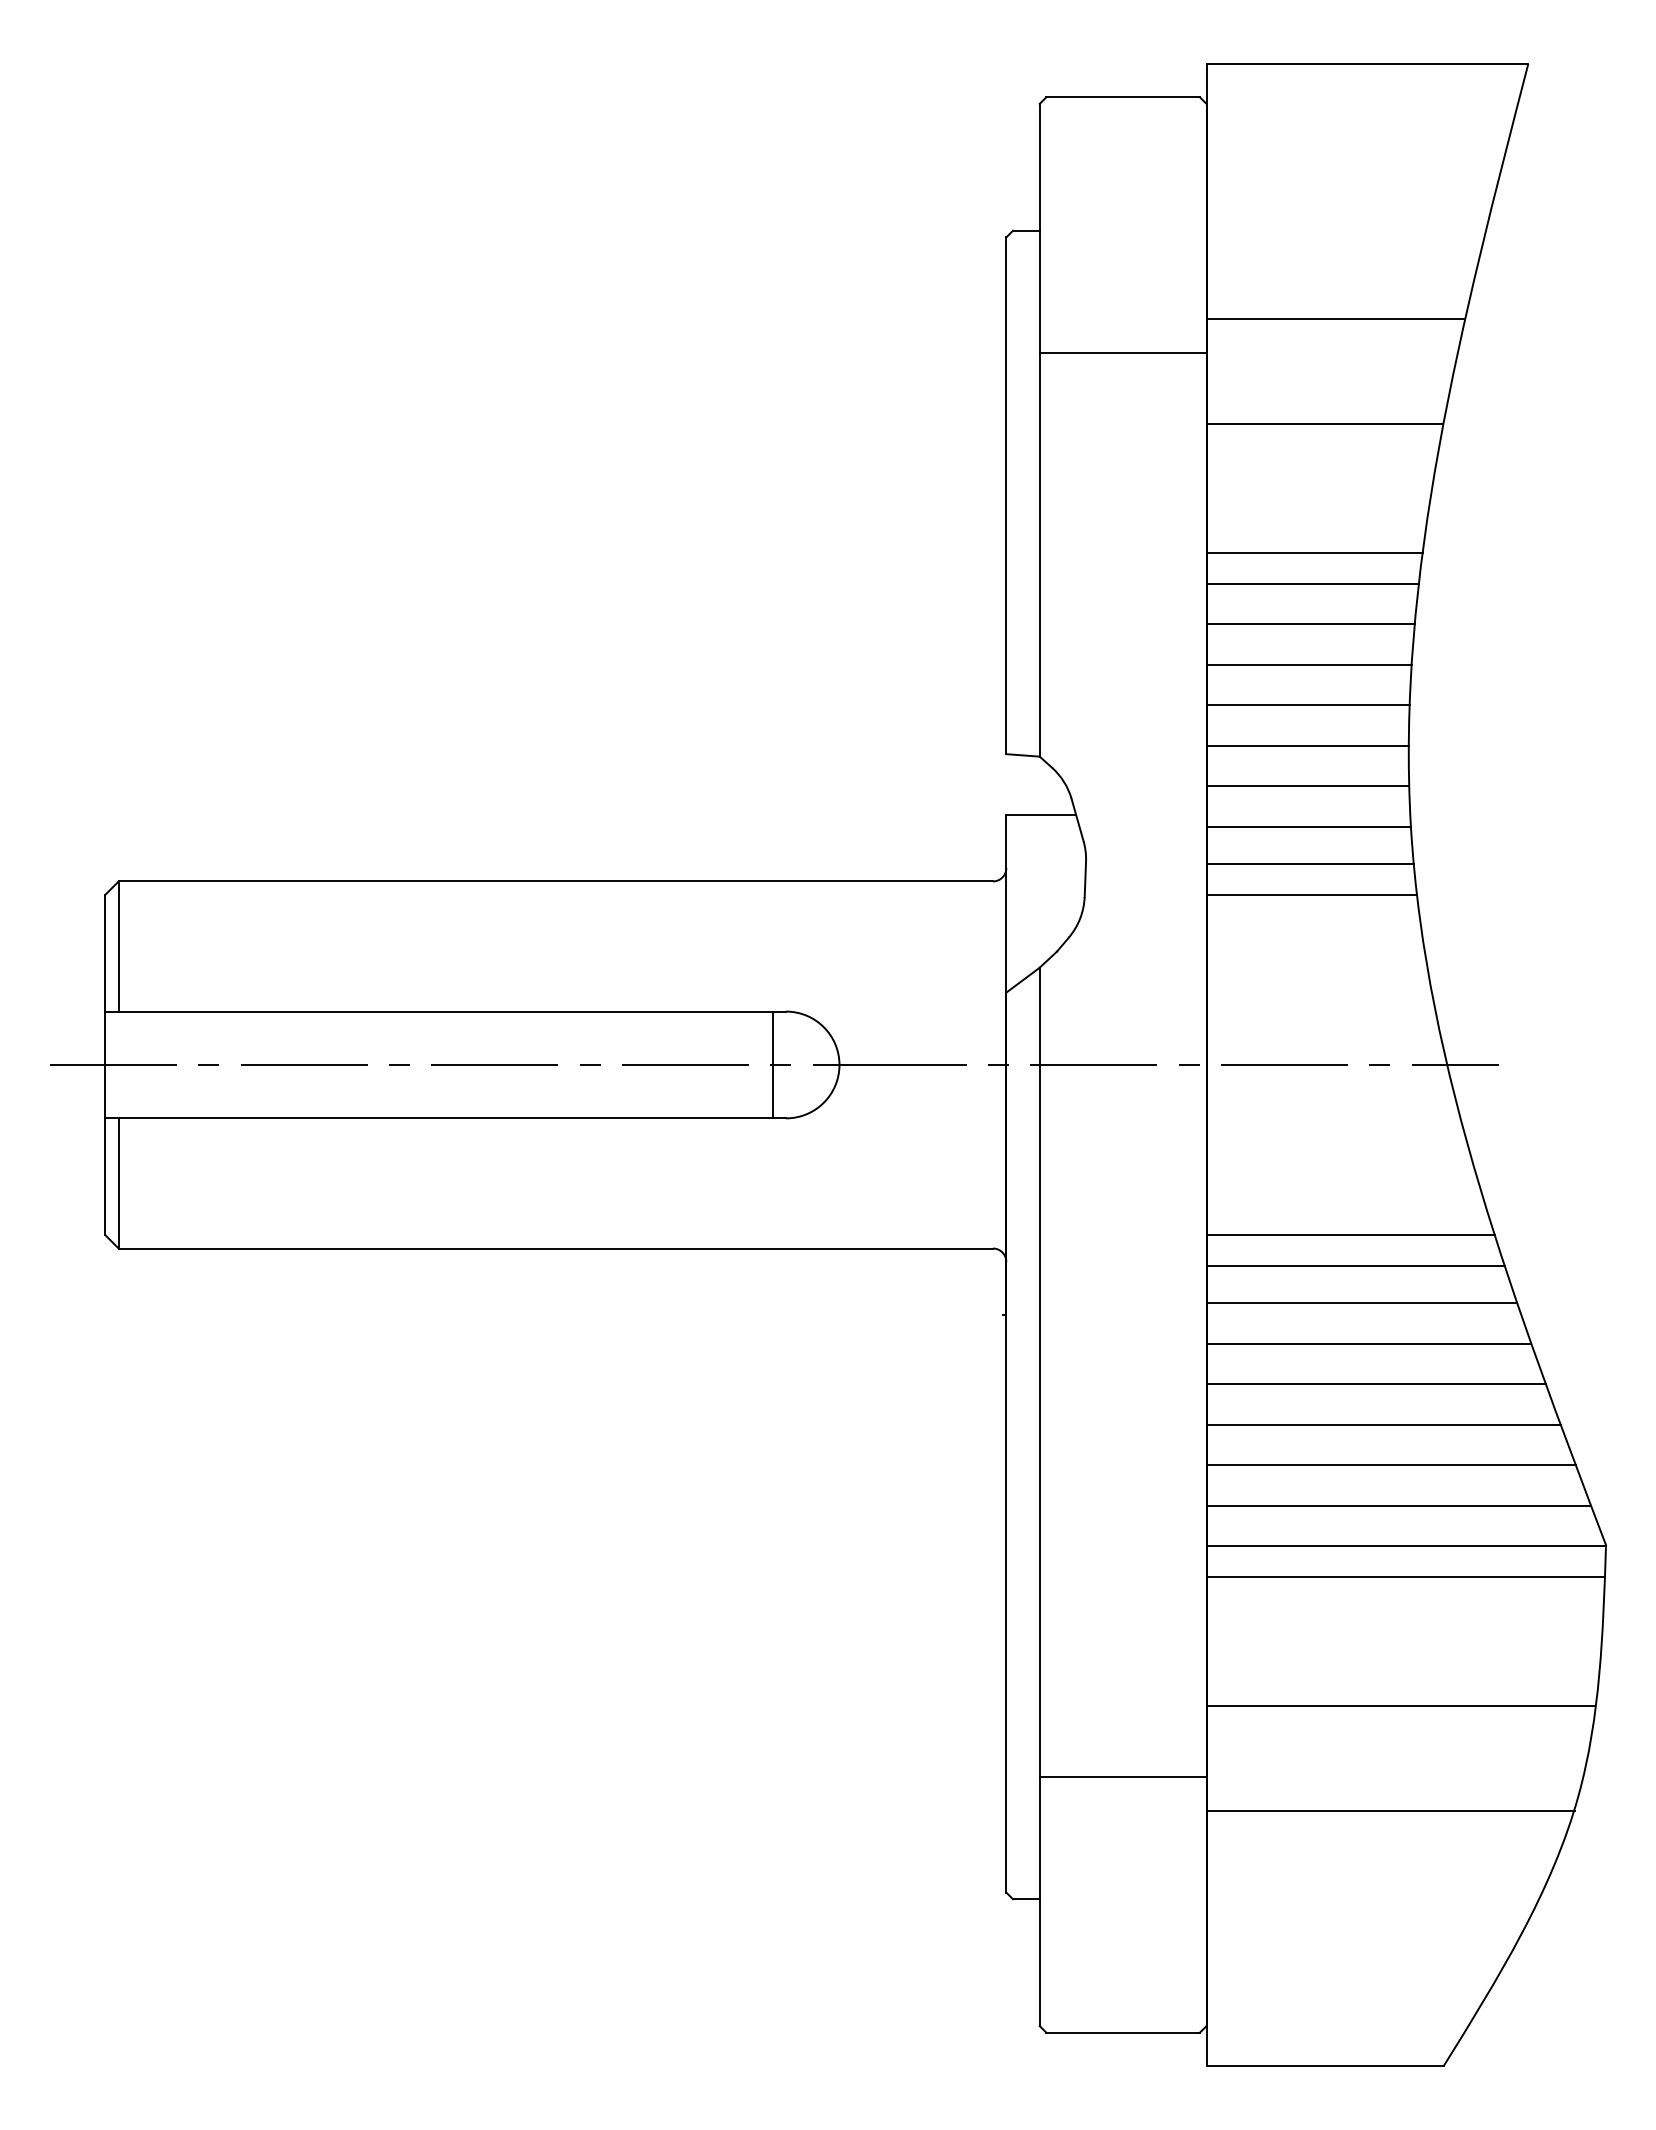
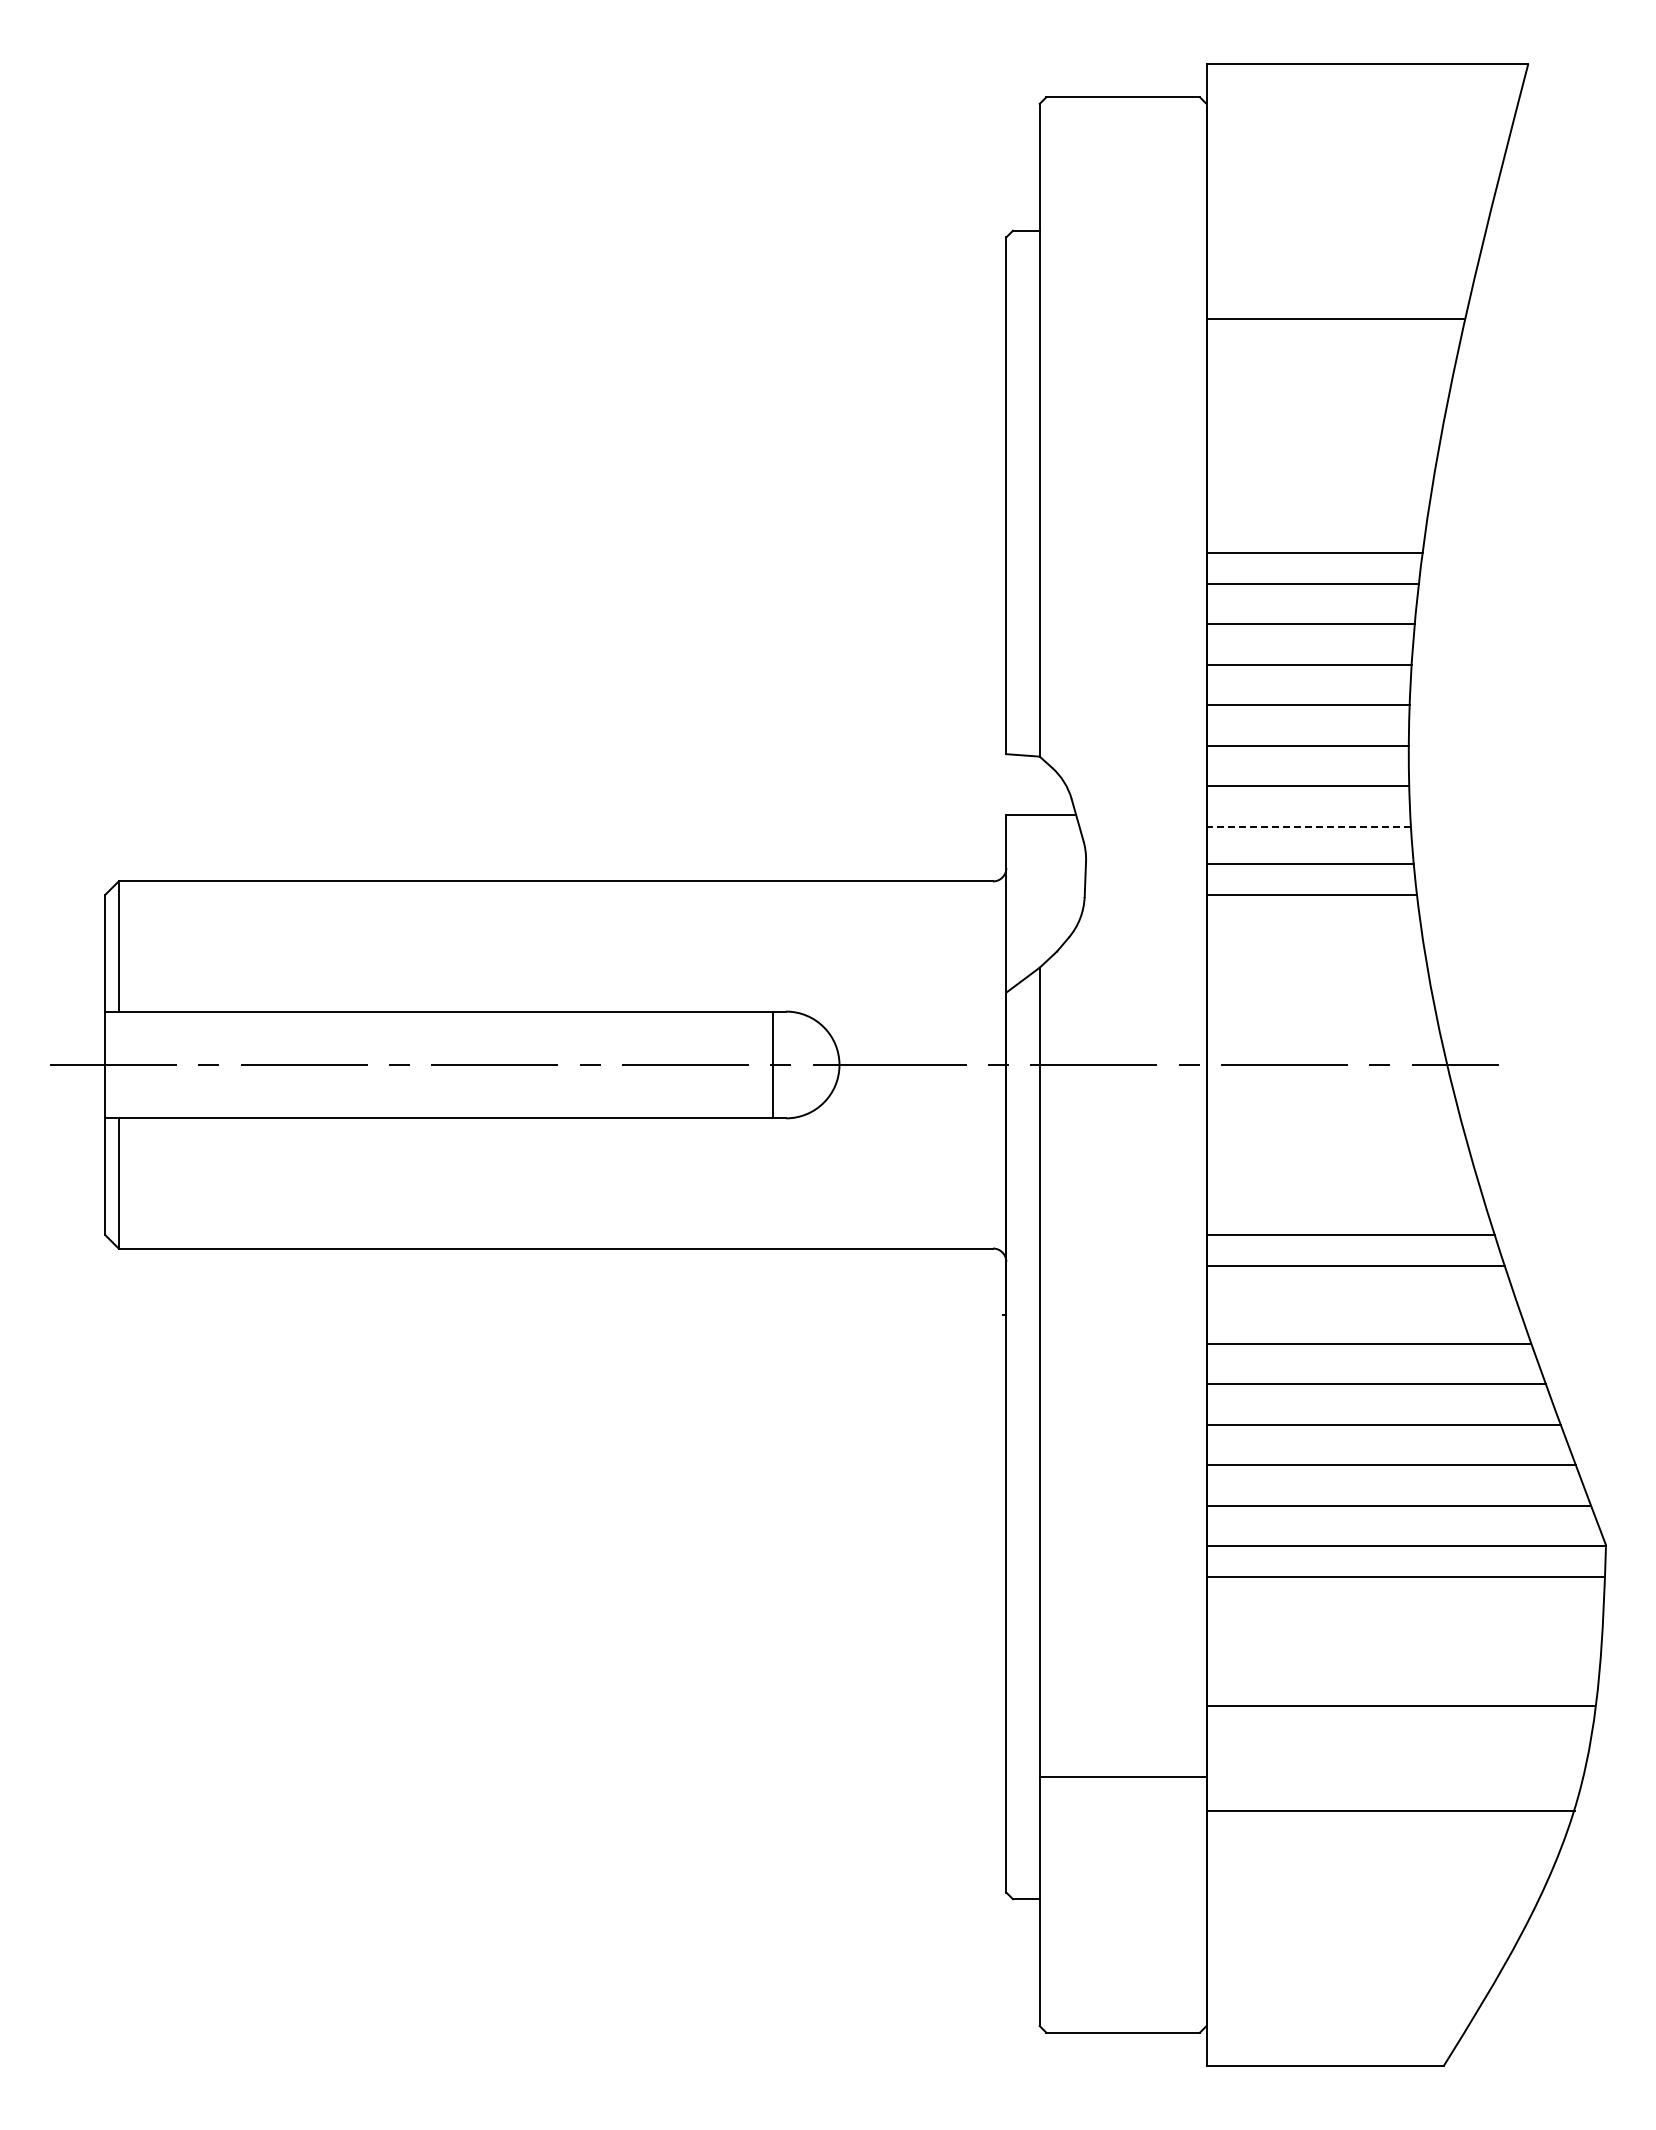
line at (1122, 353): present -> none
line at (1324, 424): present -> none
line at (1308, 826): solid -> dashed
line at (1361, 1302): present -> none
